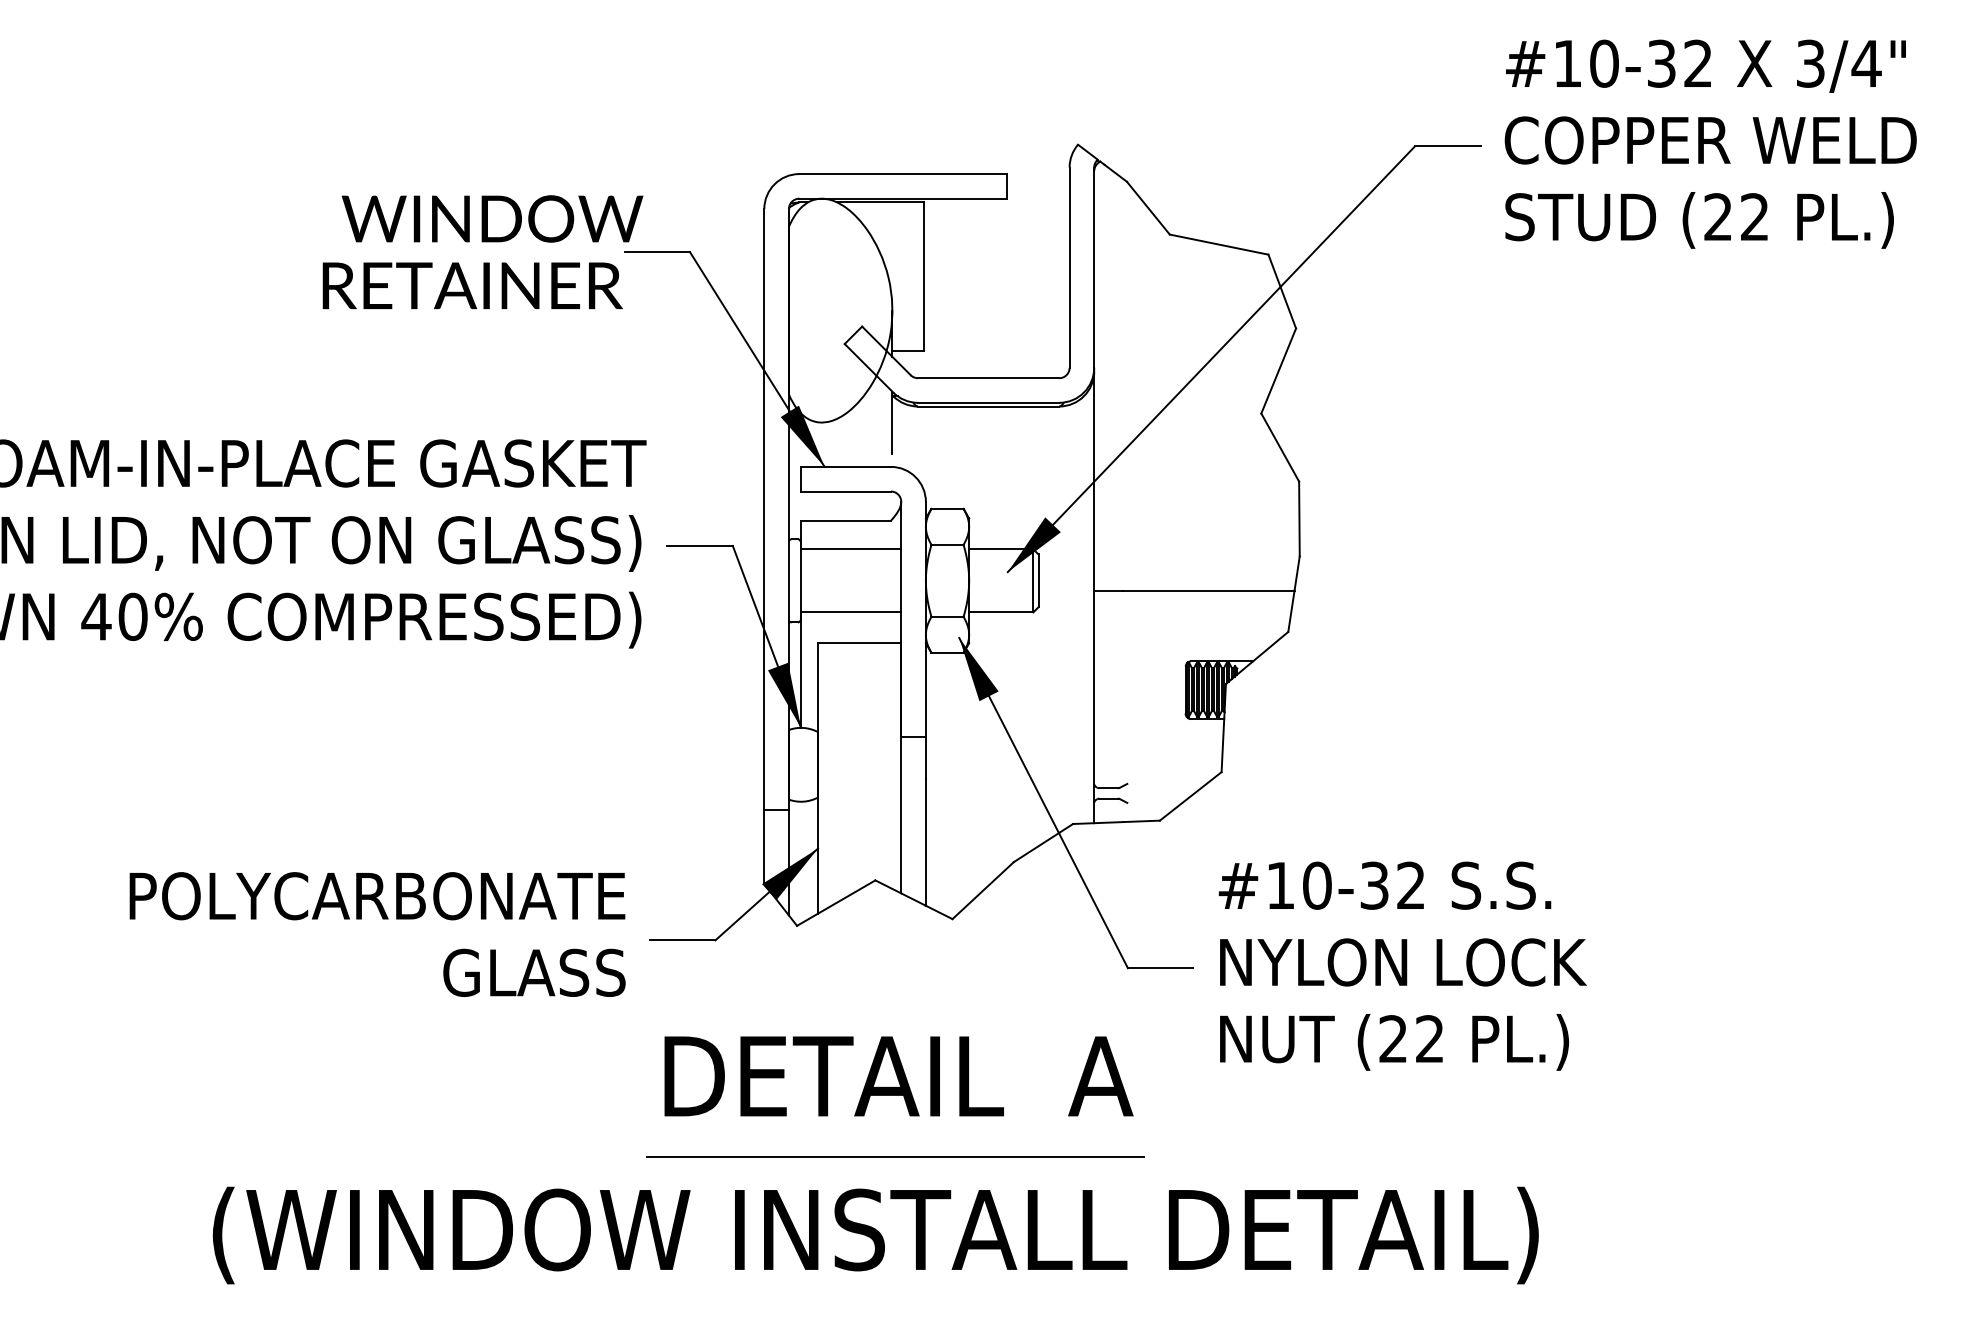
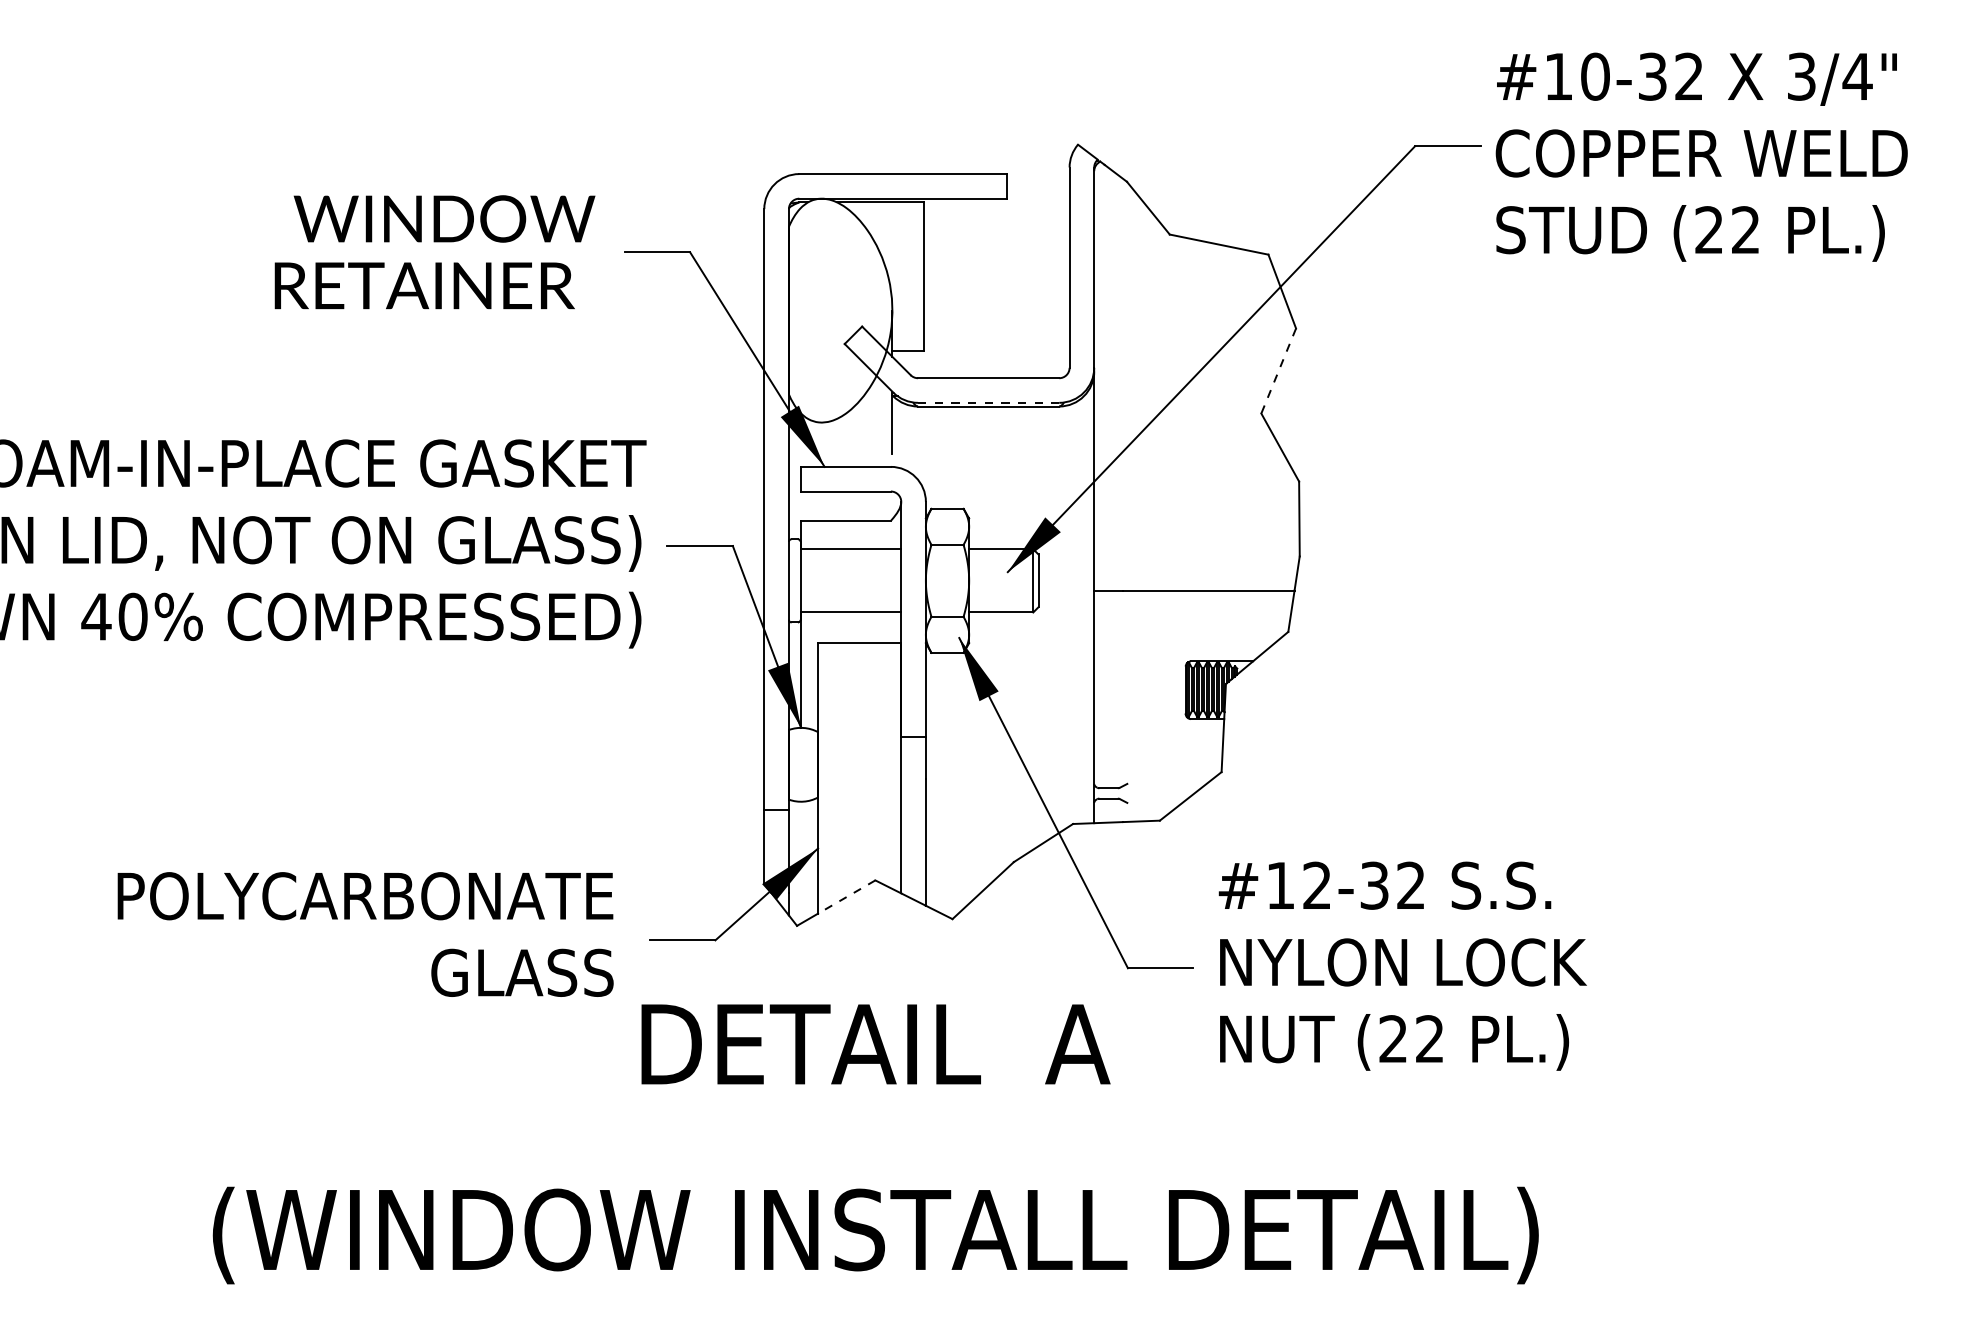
text at (1710, 143) position: (1710, 143) -> (1701, 156)
text at (482, 252) position: (482, 252) -> (434, 252)
line at (1278, 371): solid -> dashed
line at (988, 402): solid -> dashed
text at (1317, 885): #10-32 -> #12-32
line at (846, 897): solid -> dashed
text at (377, 934) position: (377, 934) -> (365, 934)
text at (898, 1076) position: (898, 1076) -> (875, 1044)
line at (895, 1157): present -> none
